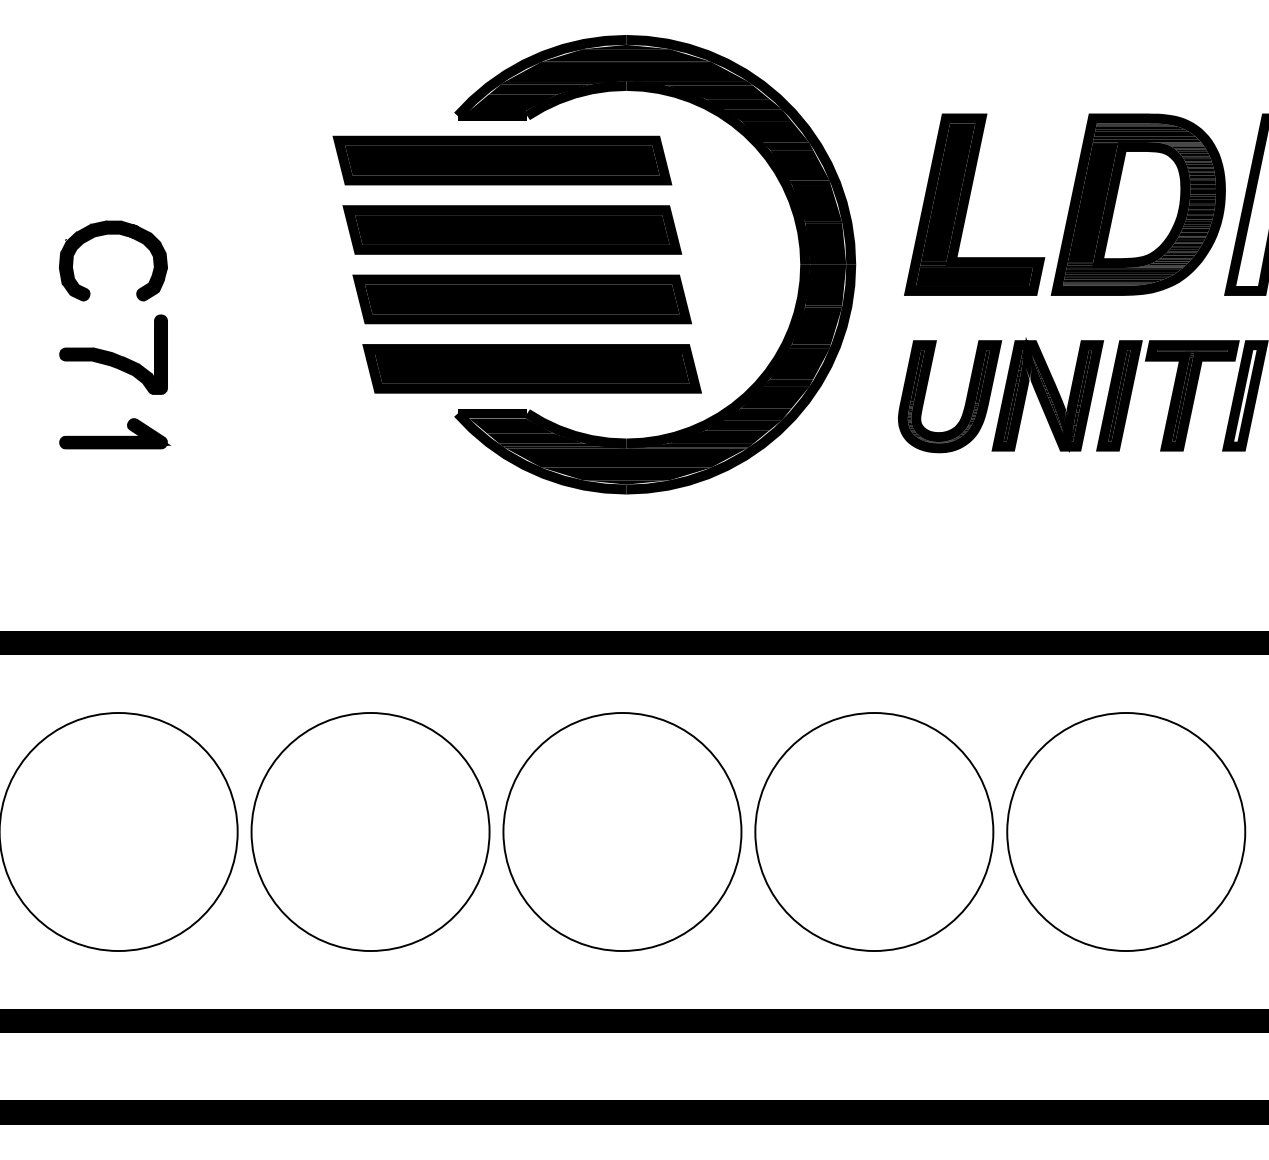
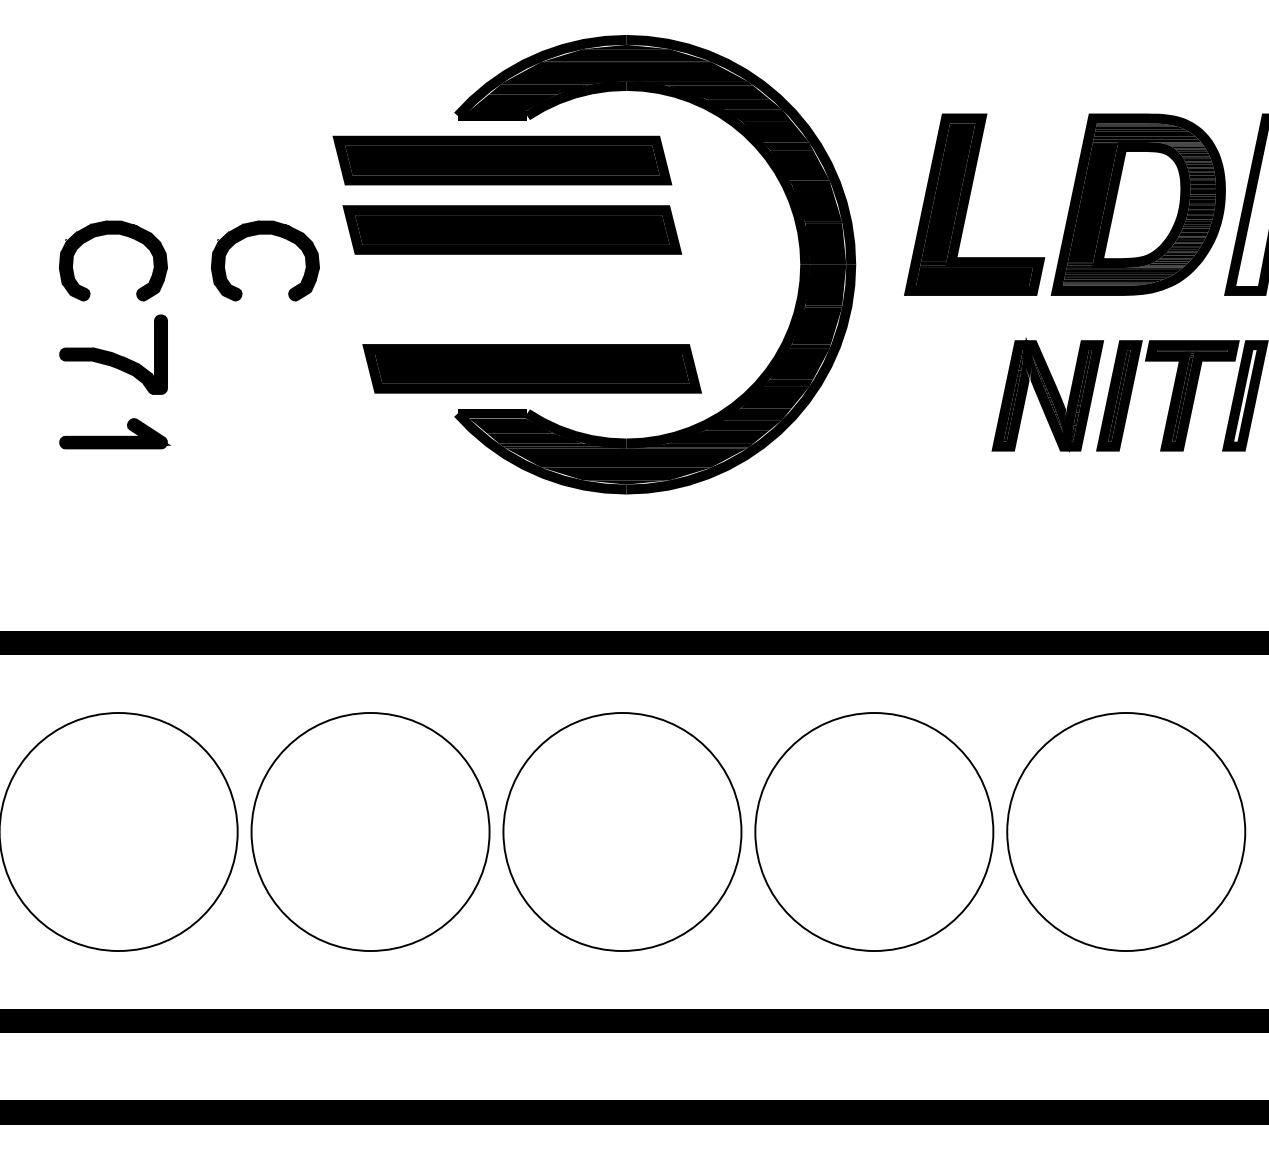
part at (265, 234): none -> present
part at (521, 299): present -> none
part at (965, 400): present -> none
